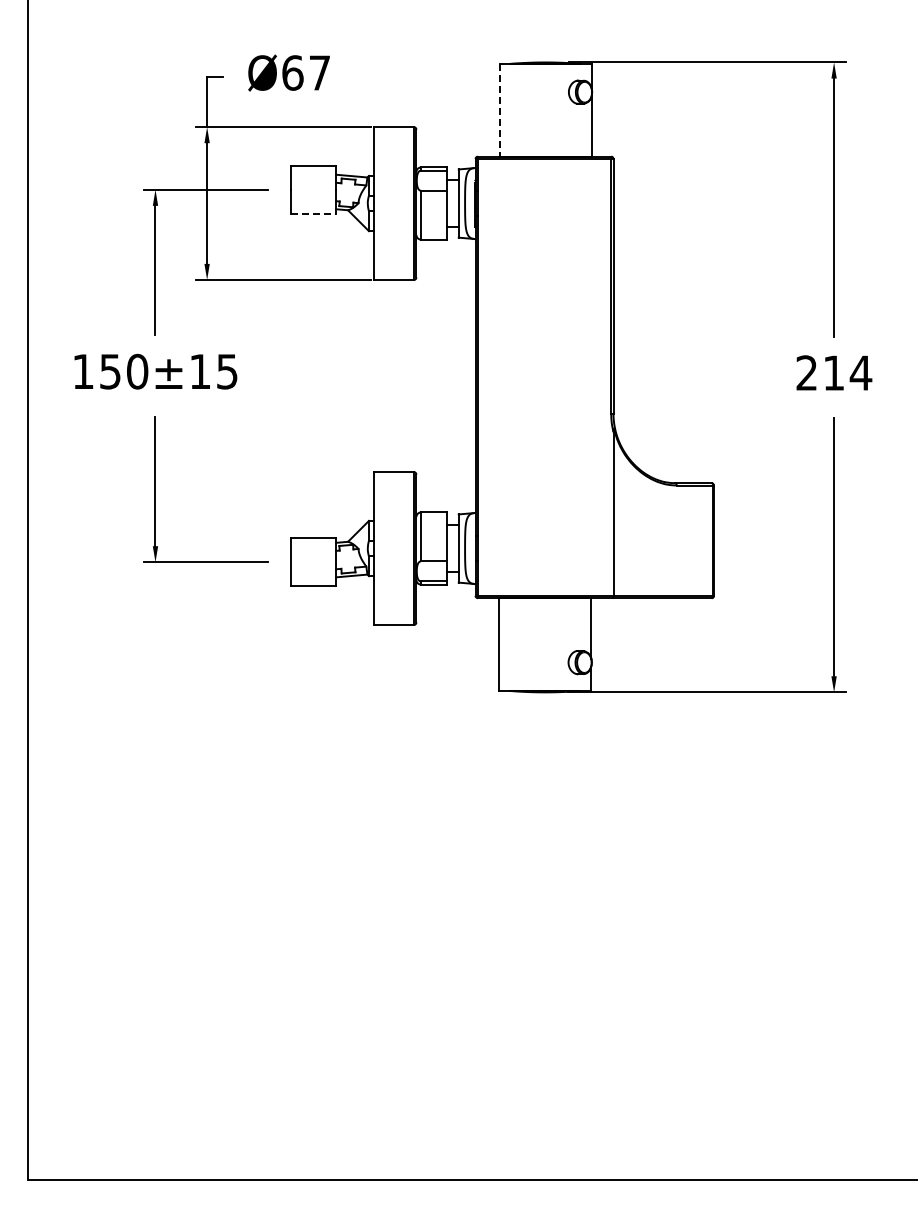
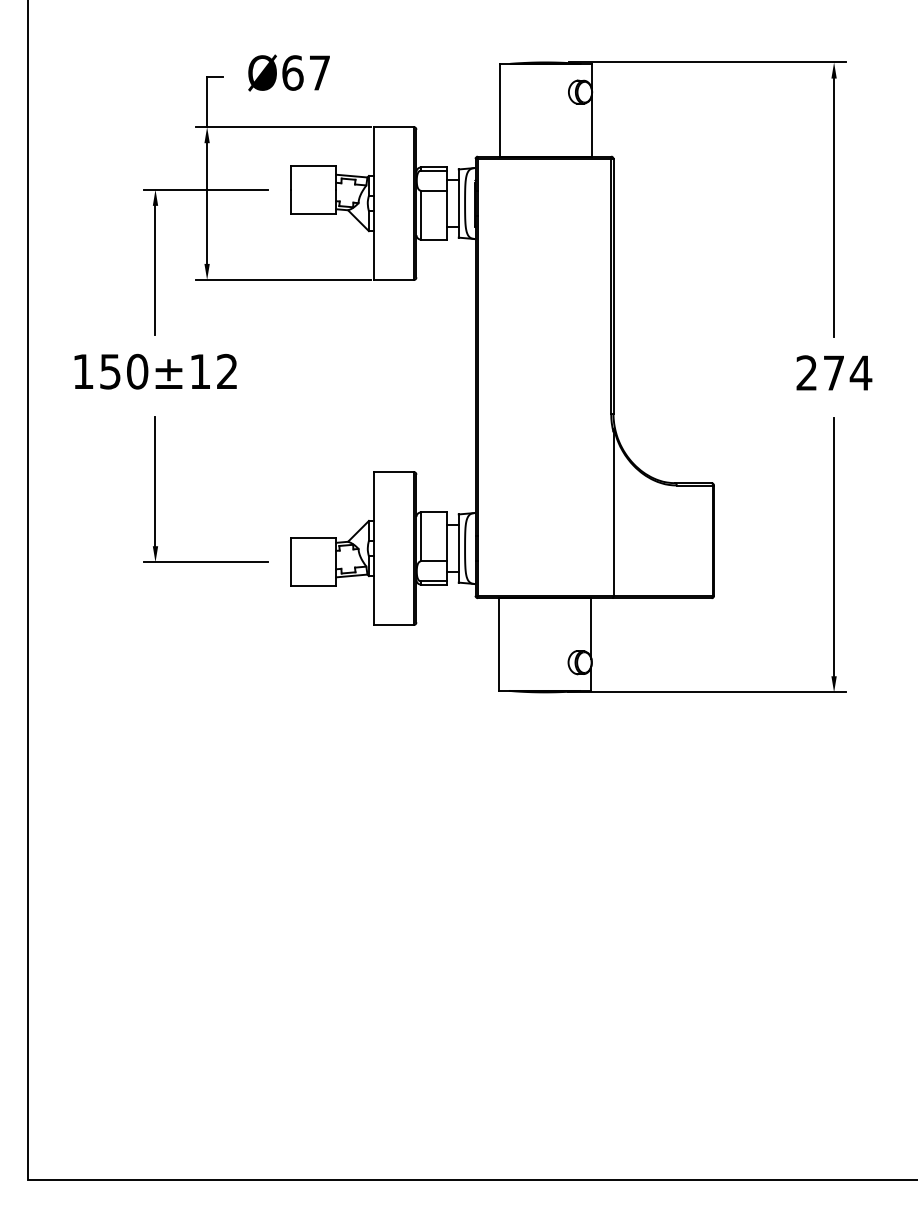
line at (499, 110): dashed -> solid
line at (314, 213): dashed -> solid
text at (227, 371): 150±15 -> 150±12
text at (833, 372): 214 -> 274
